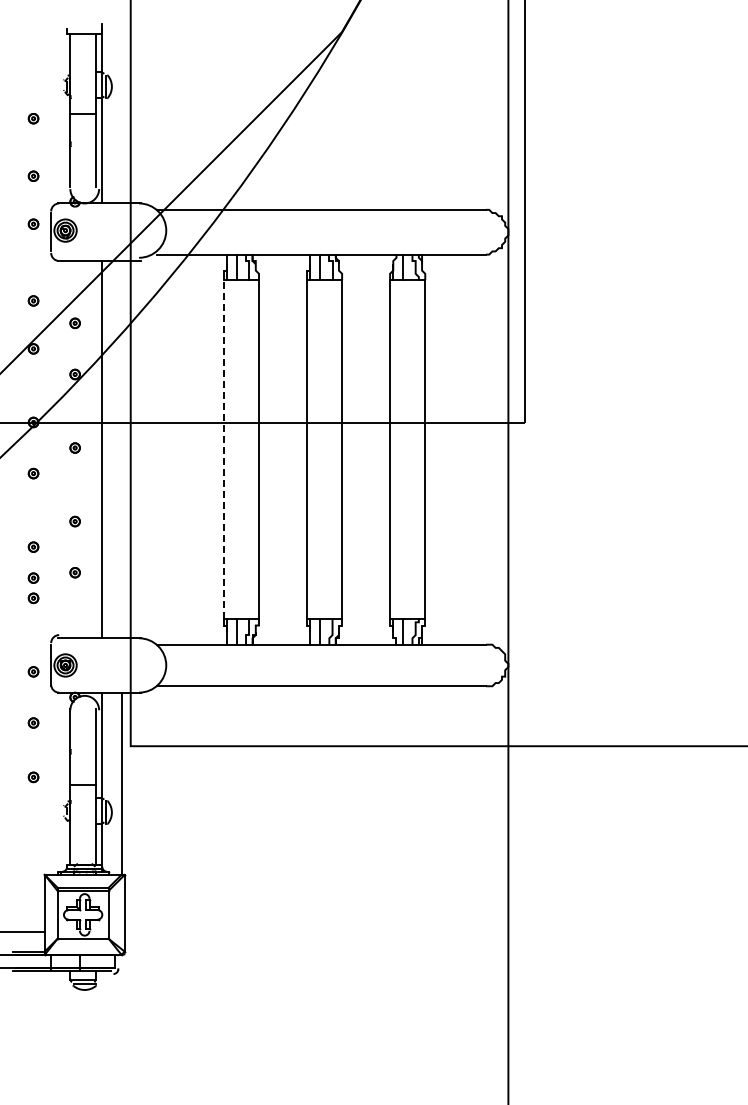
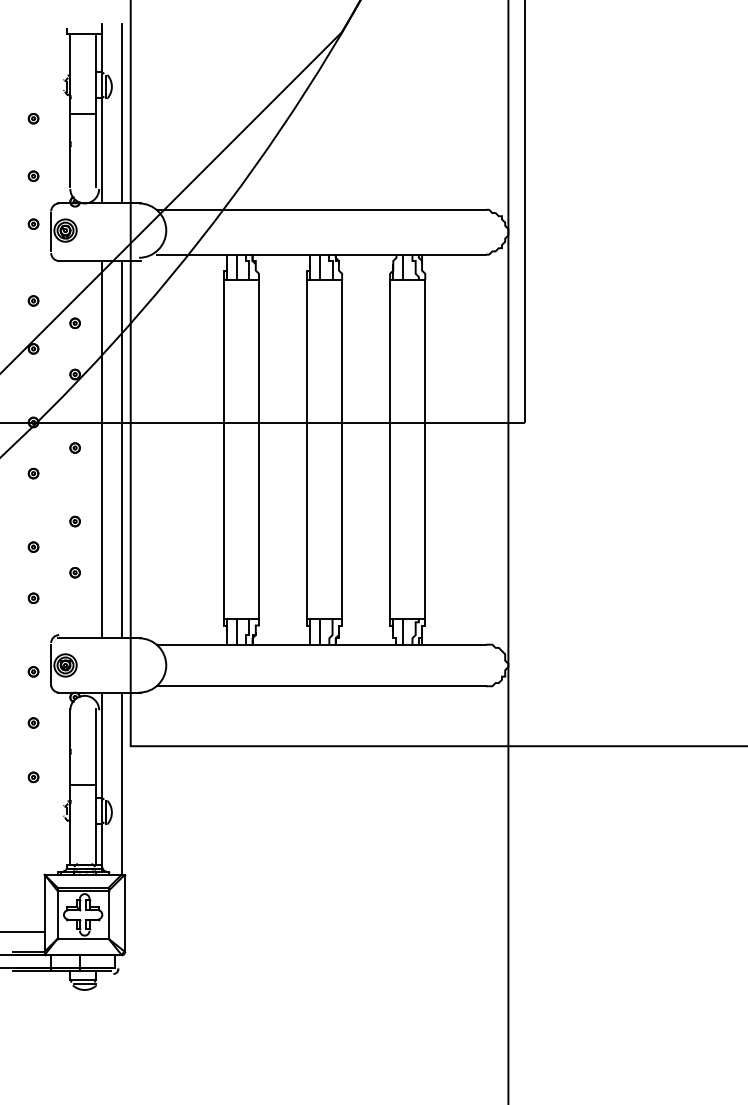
line at (121, 113): none -> present
line at (121, 449): none -> present
line at (223, 449): dashed -> solid
part at (33, 577): present -> none
